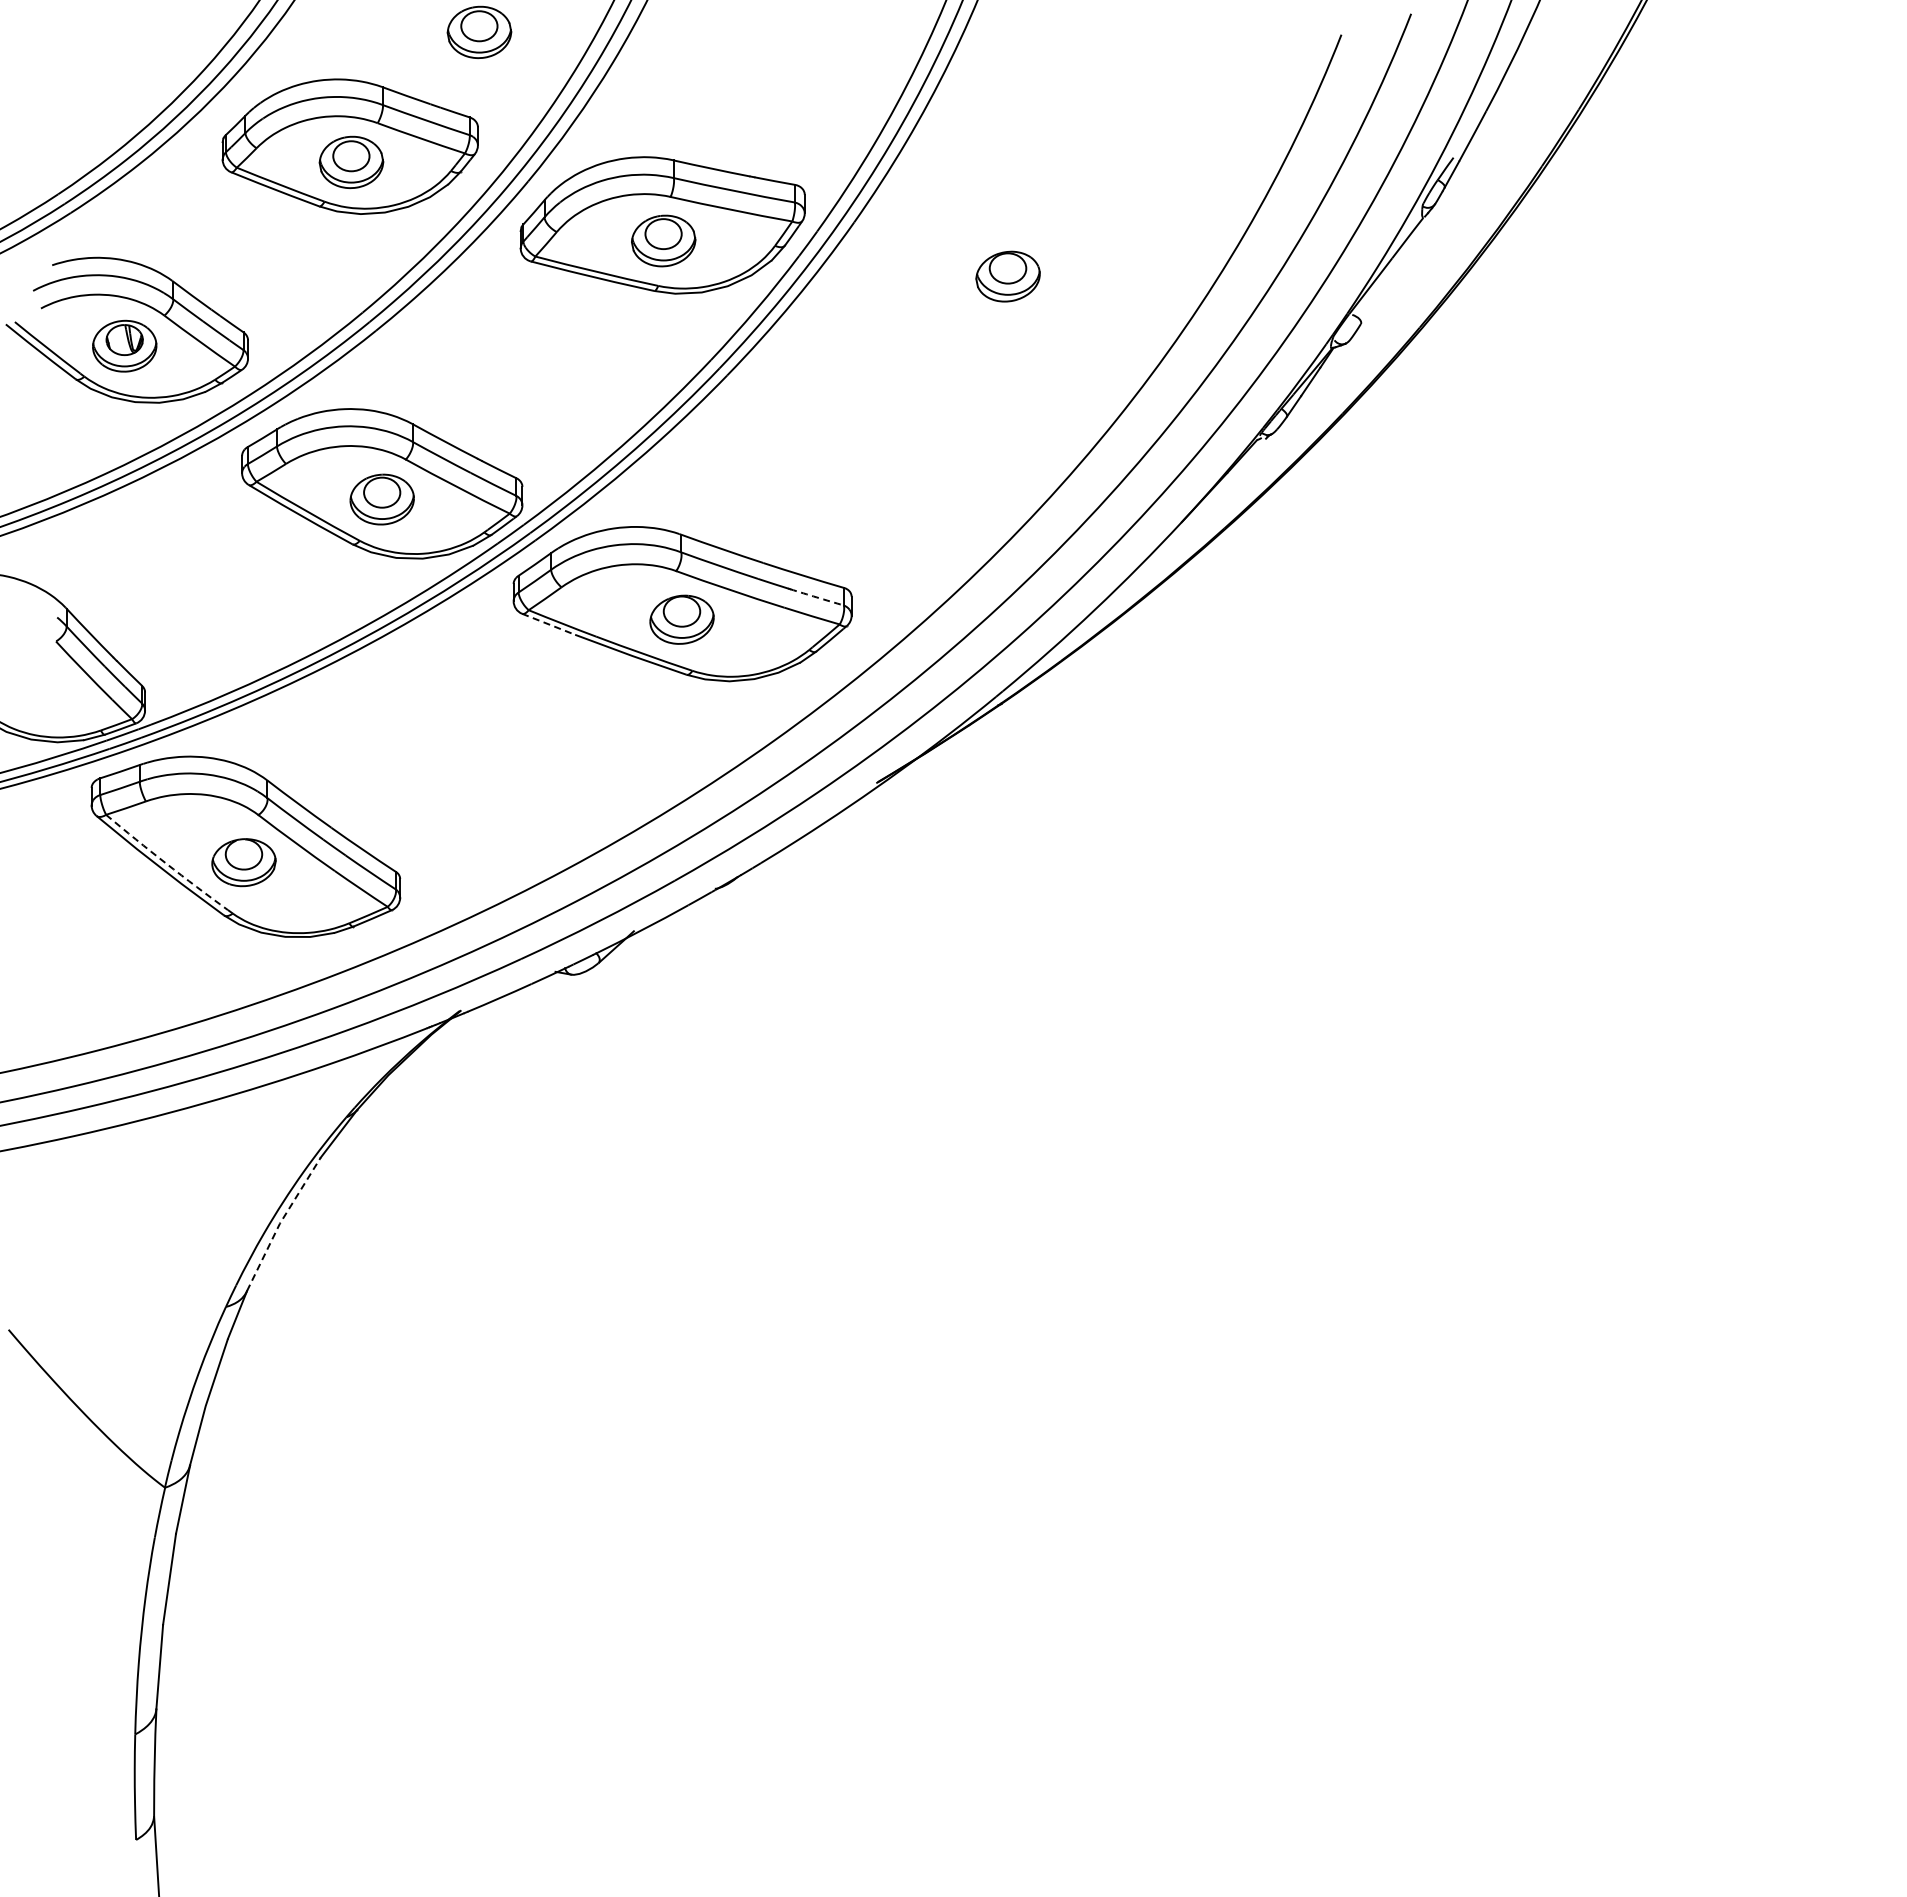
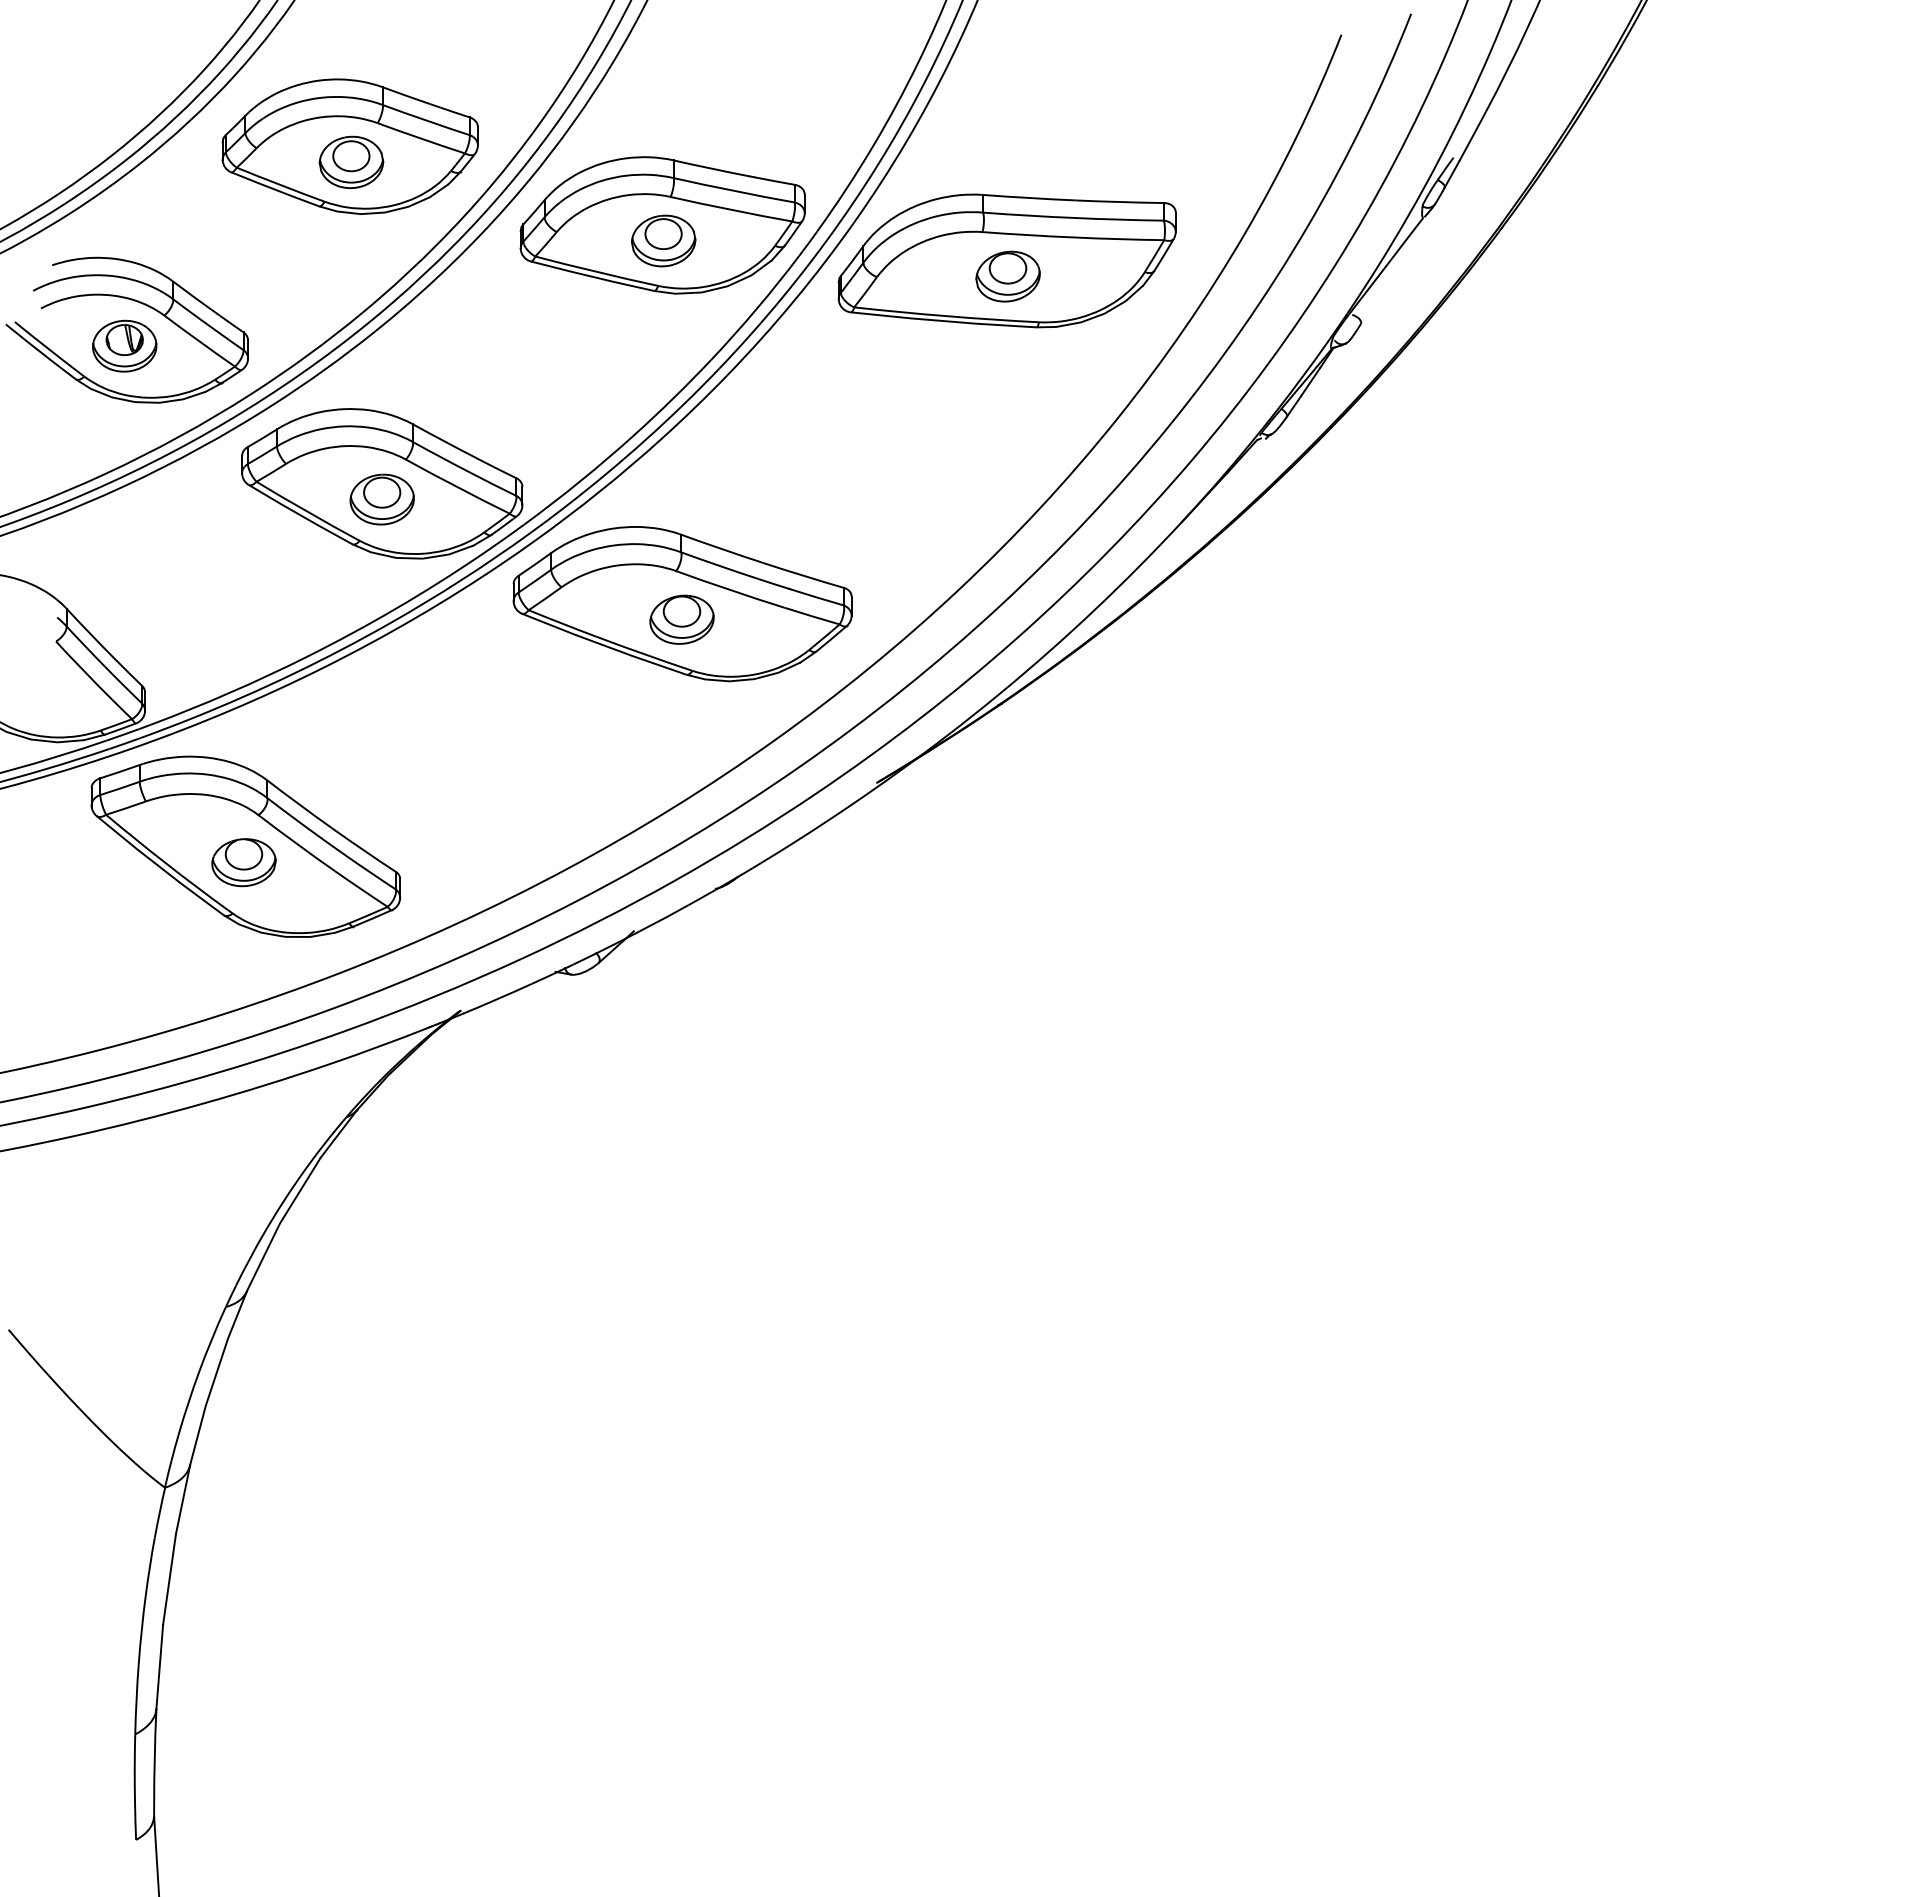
part at (479, 31): present -> none
part at (1006, 260): none -> present
arc at (816, 597): dashed -> solid
line at (548, 624): dashed -> solid
arc at (166, 863): dashed -> solid
line at (280, 1222): dashed -> solid
